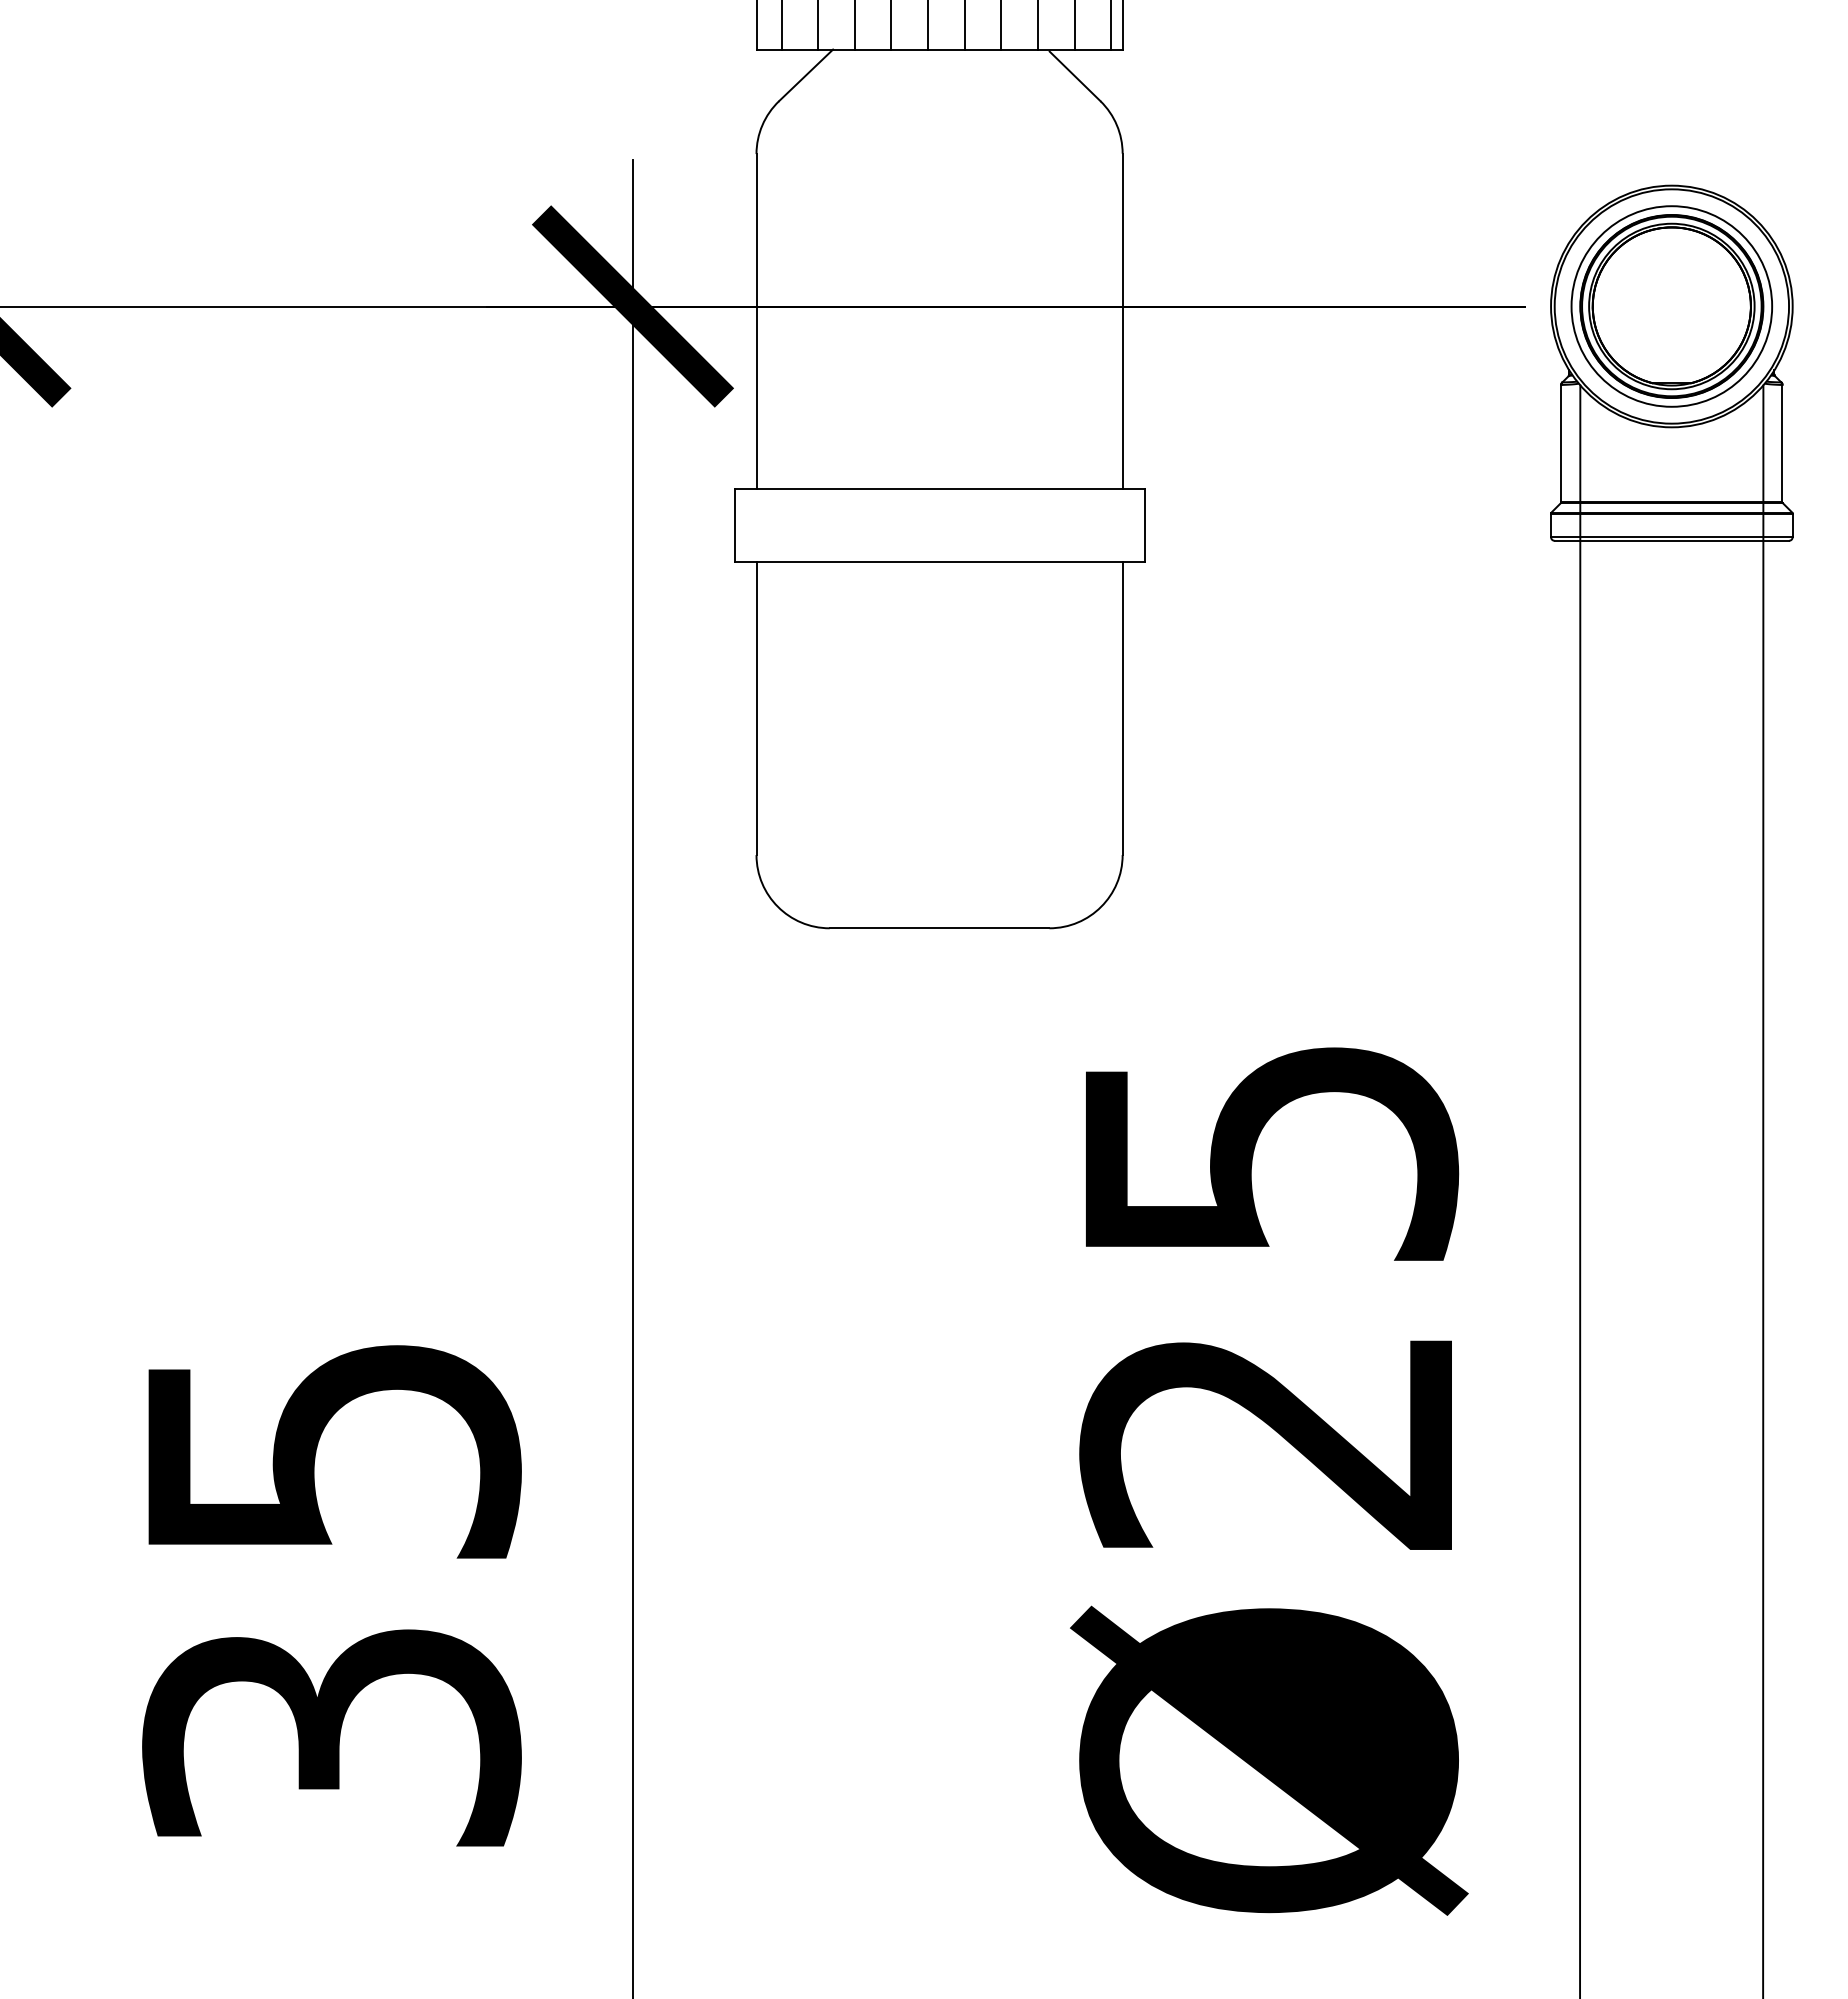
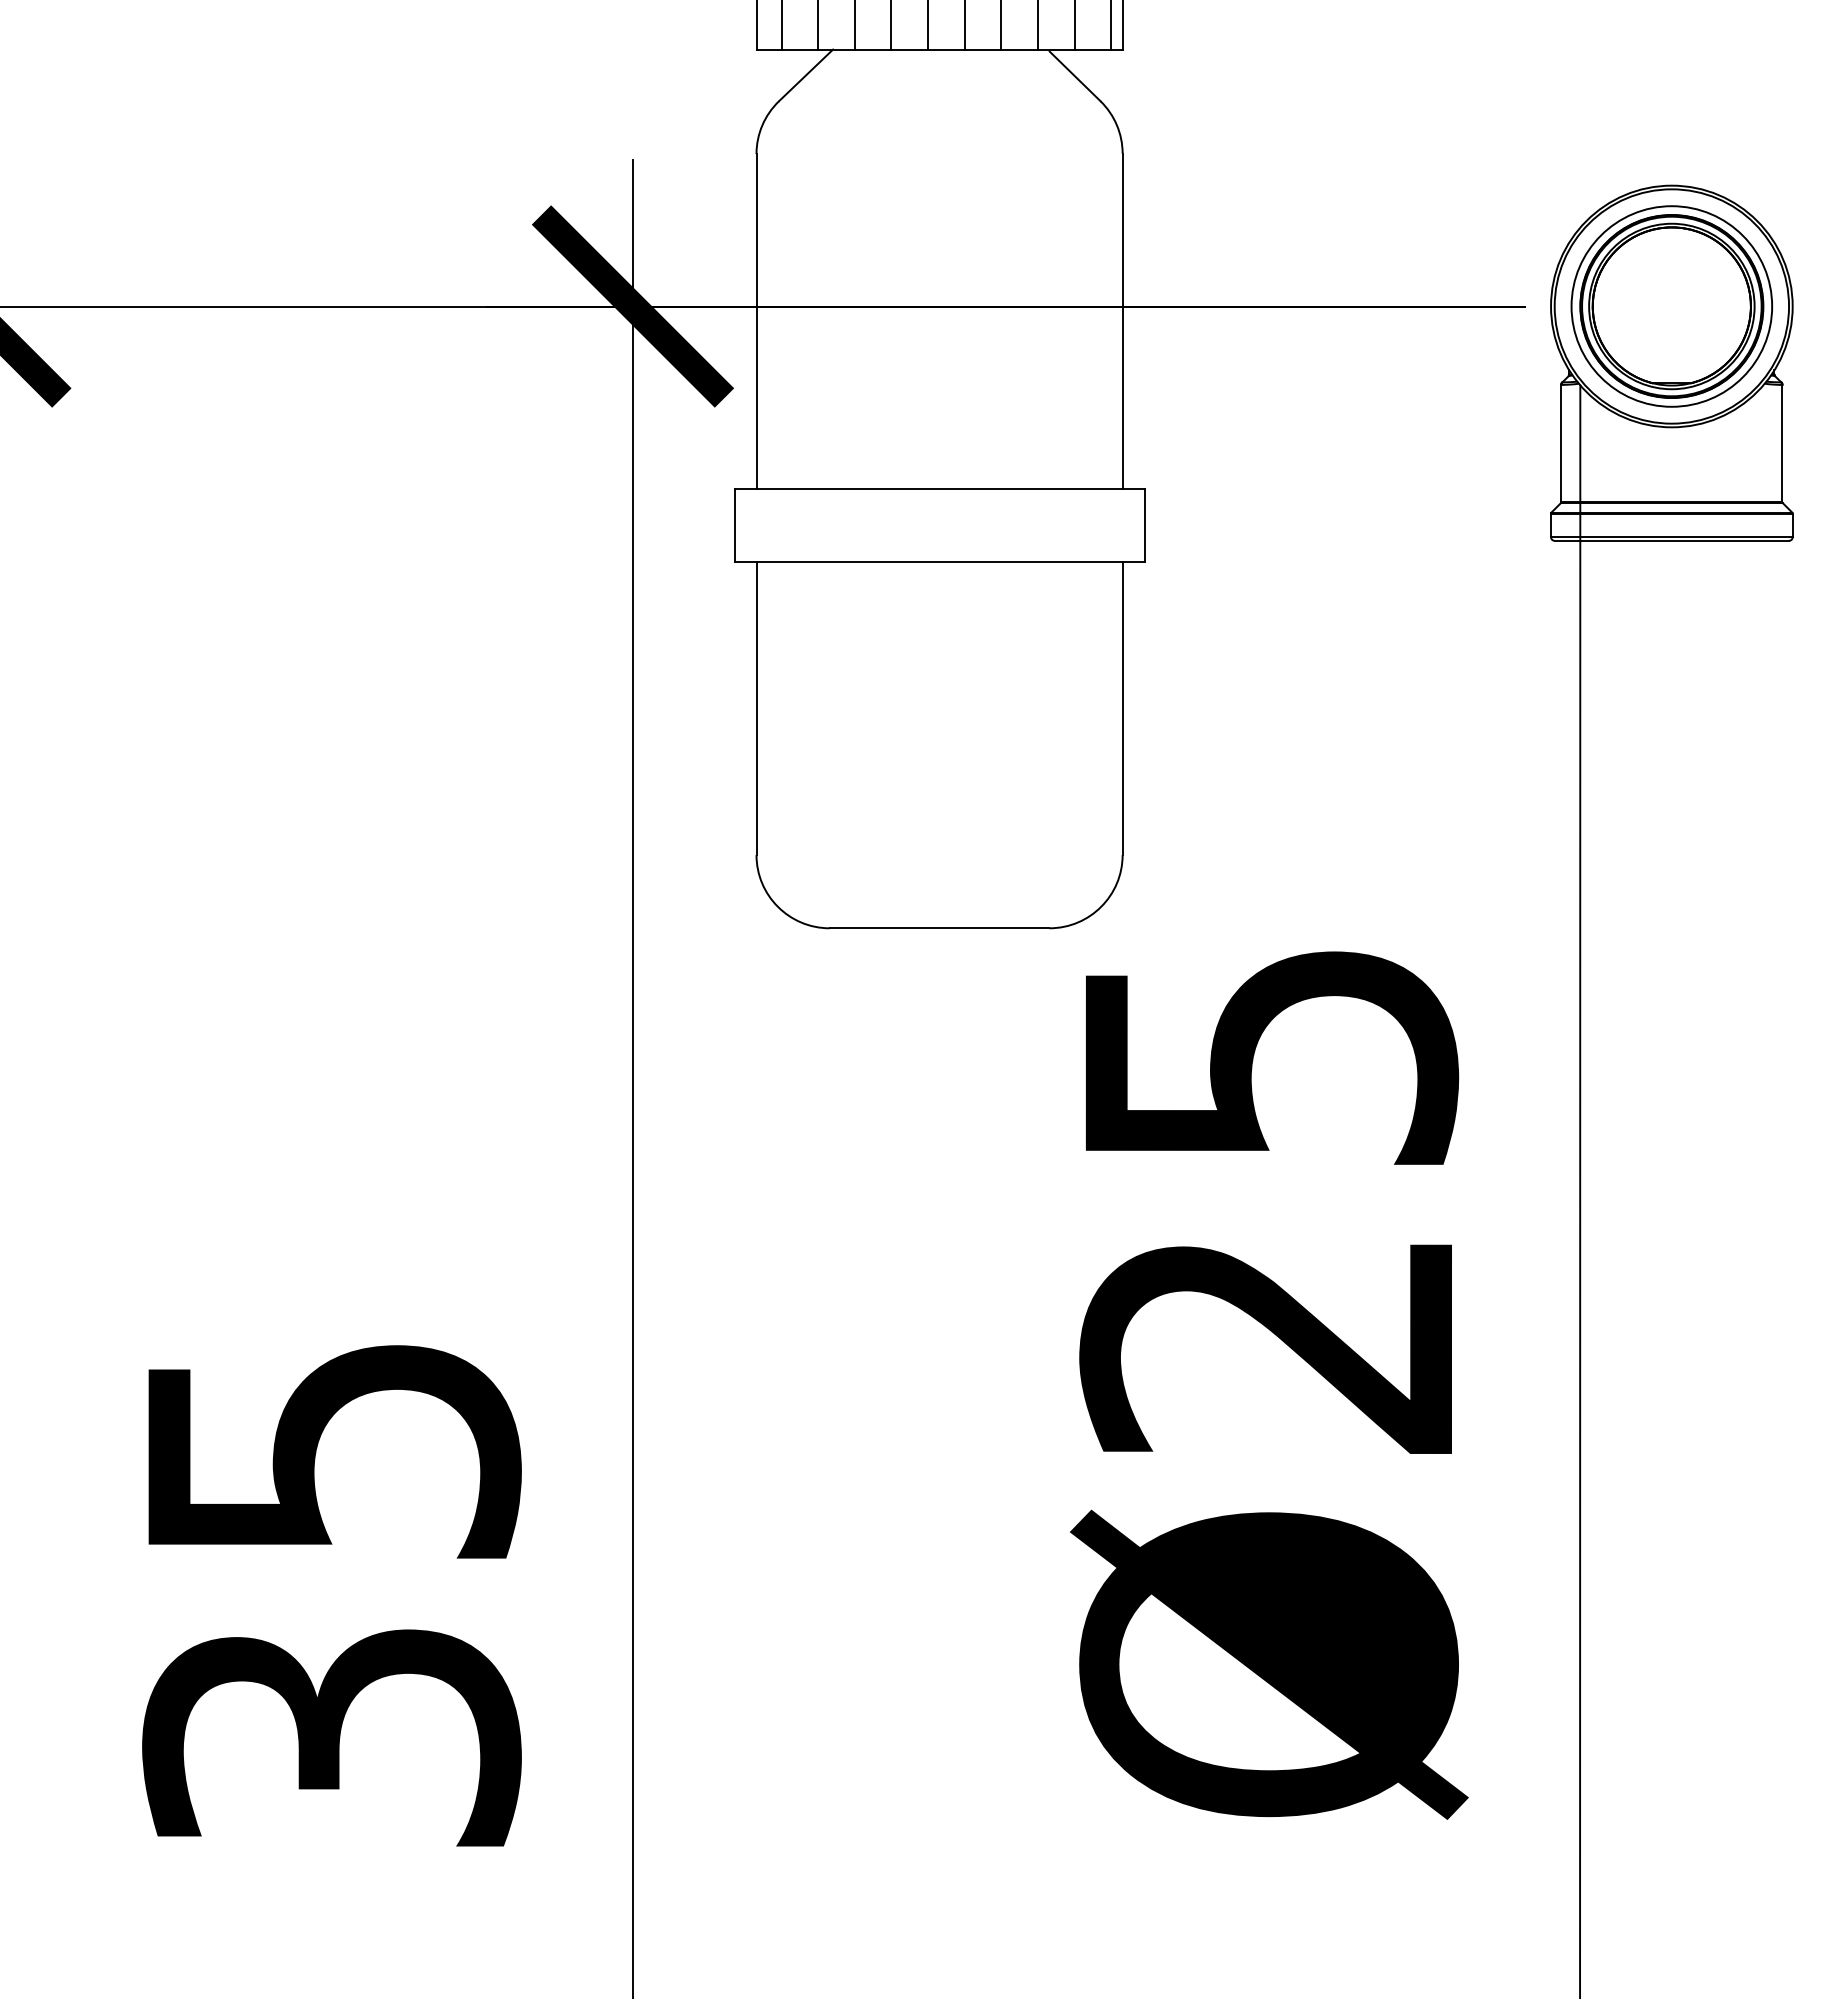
line at (1763, 1190): present -> none
text at (1269, 1481) position: (1269, 1481) -> (1269, 1385)
